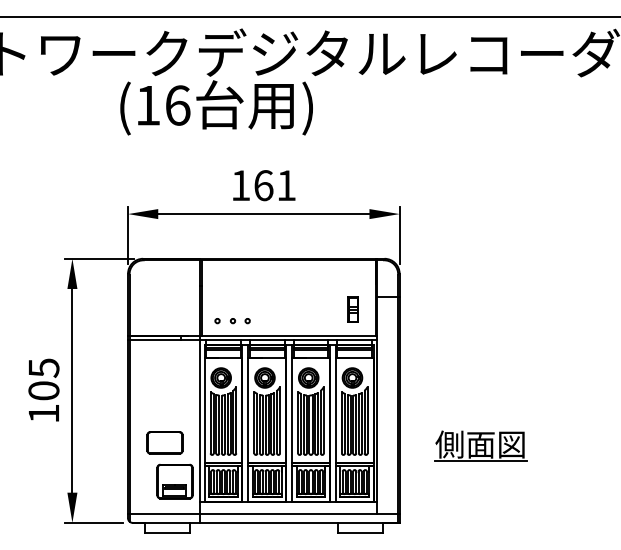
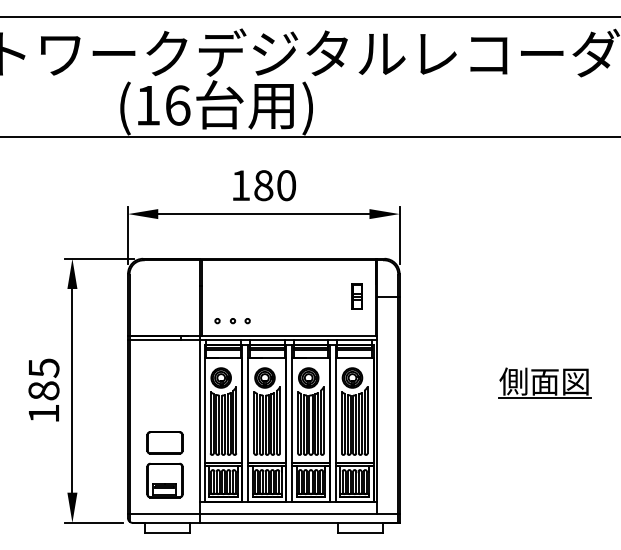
line at (309, 137): none -> present
text at (275, 185): 161 -> 180
part at (352, 309) position: (352, 309) -> (356, 296)
text at (43, 390): 105 -> 185
part at (480, 445) position: (480, 445) -> (544, 382)
part at (174, 481) position: (174, 481) -> (164, 480)
